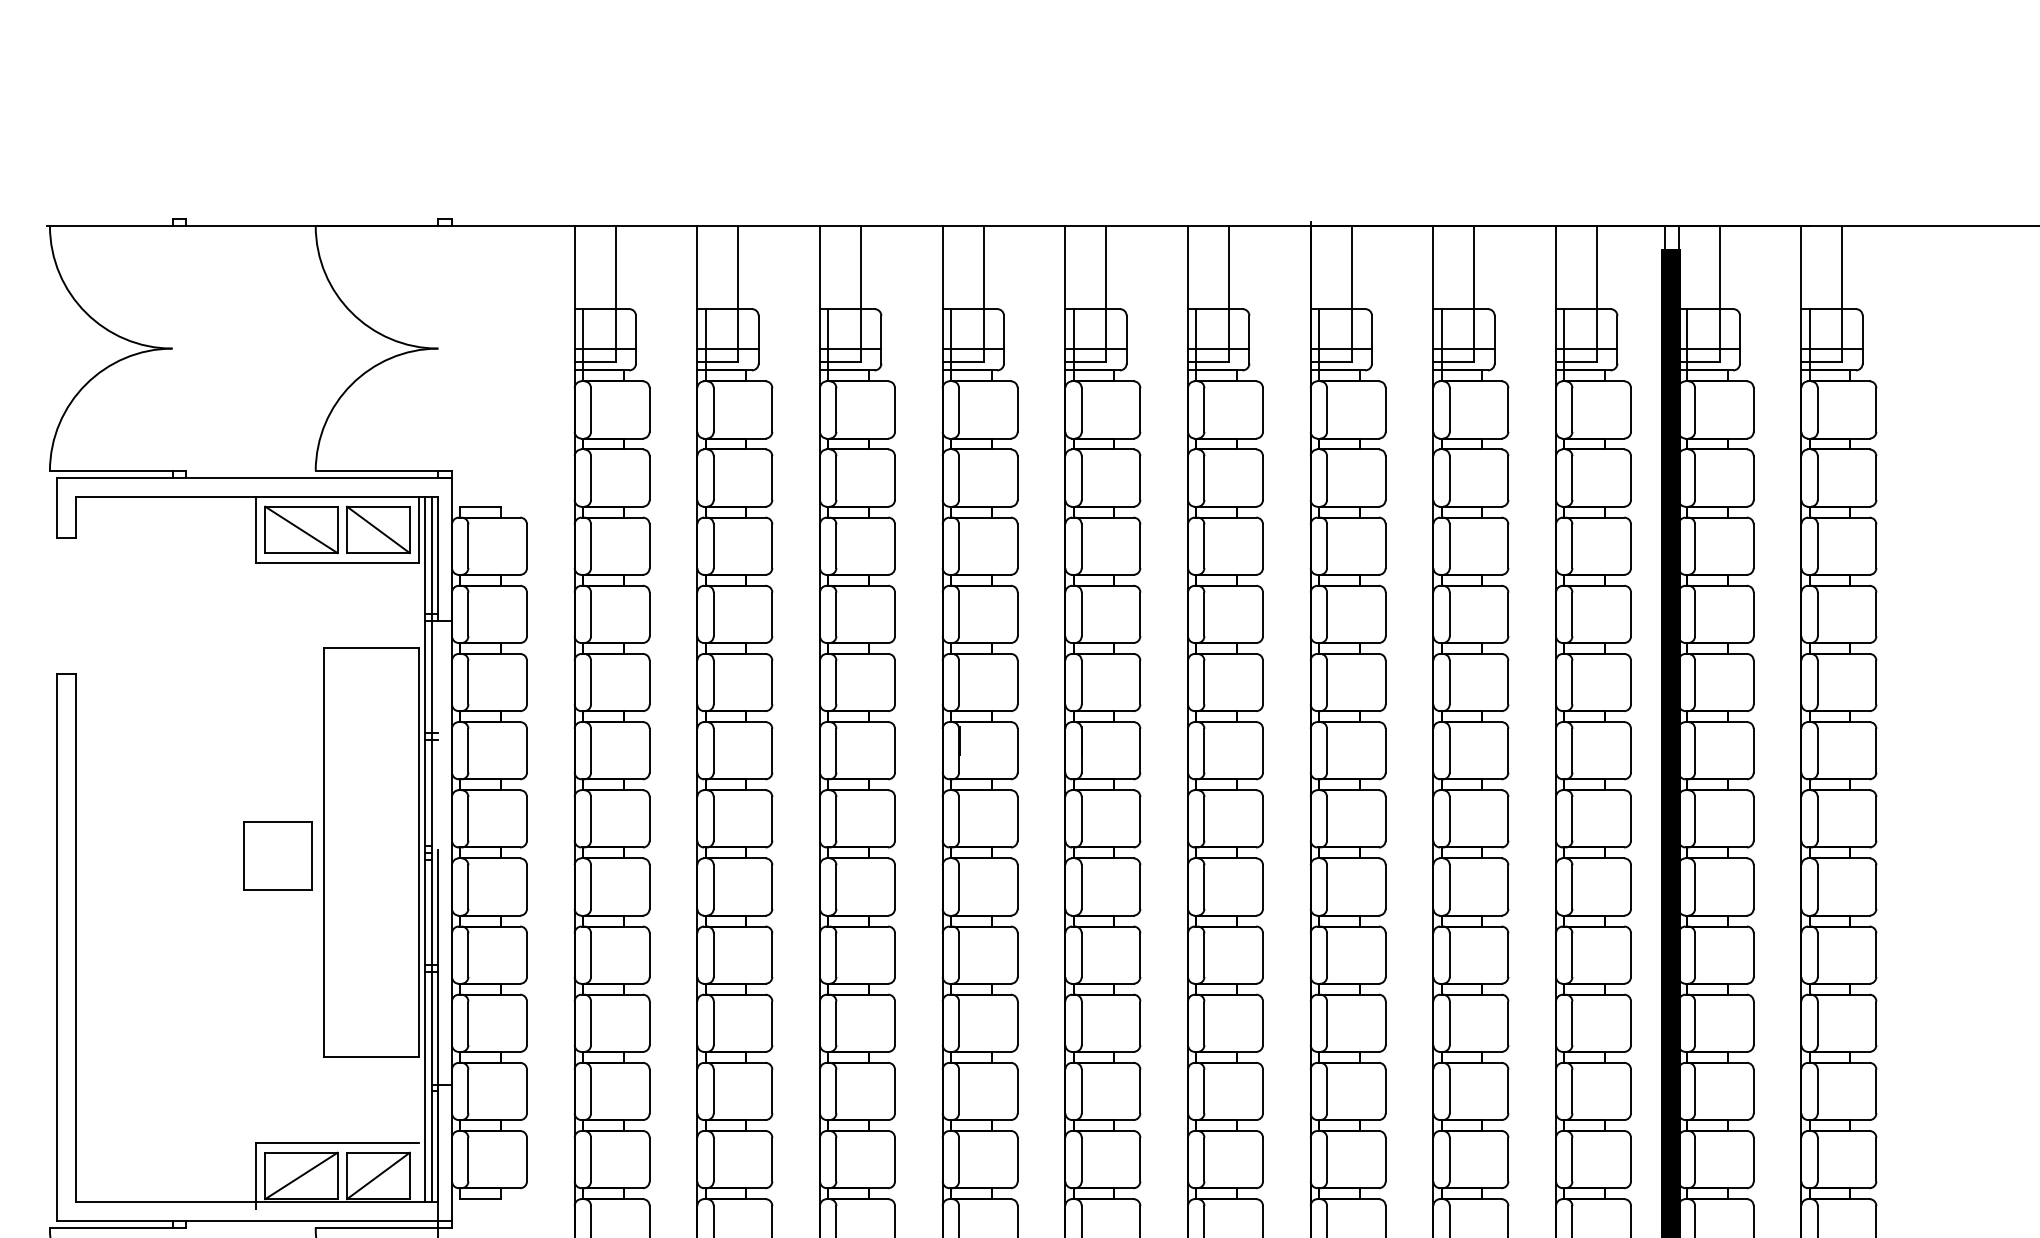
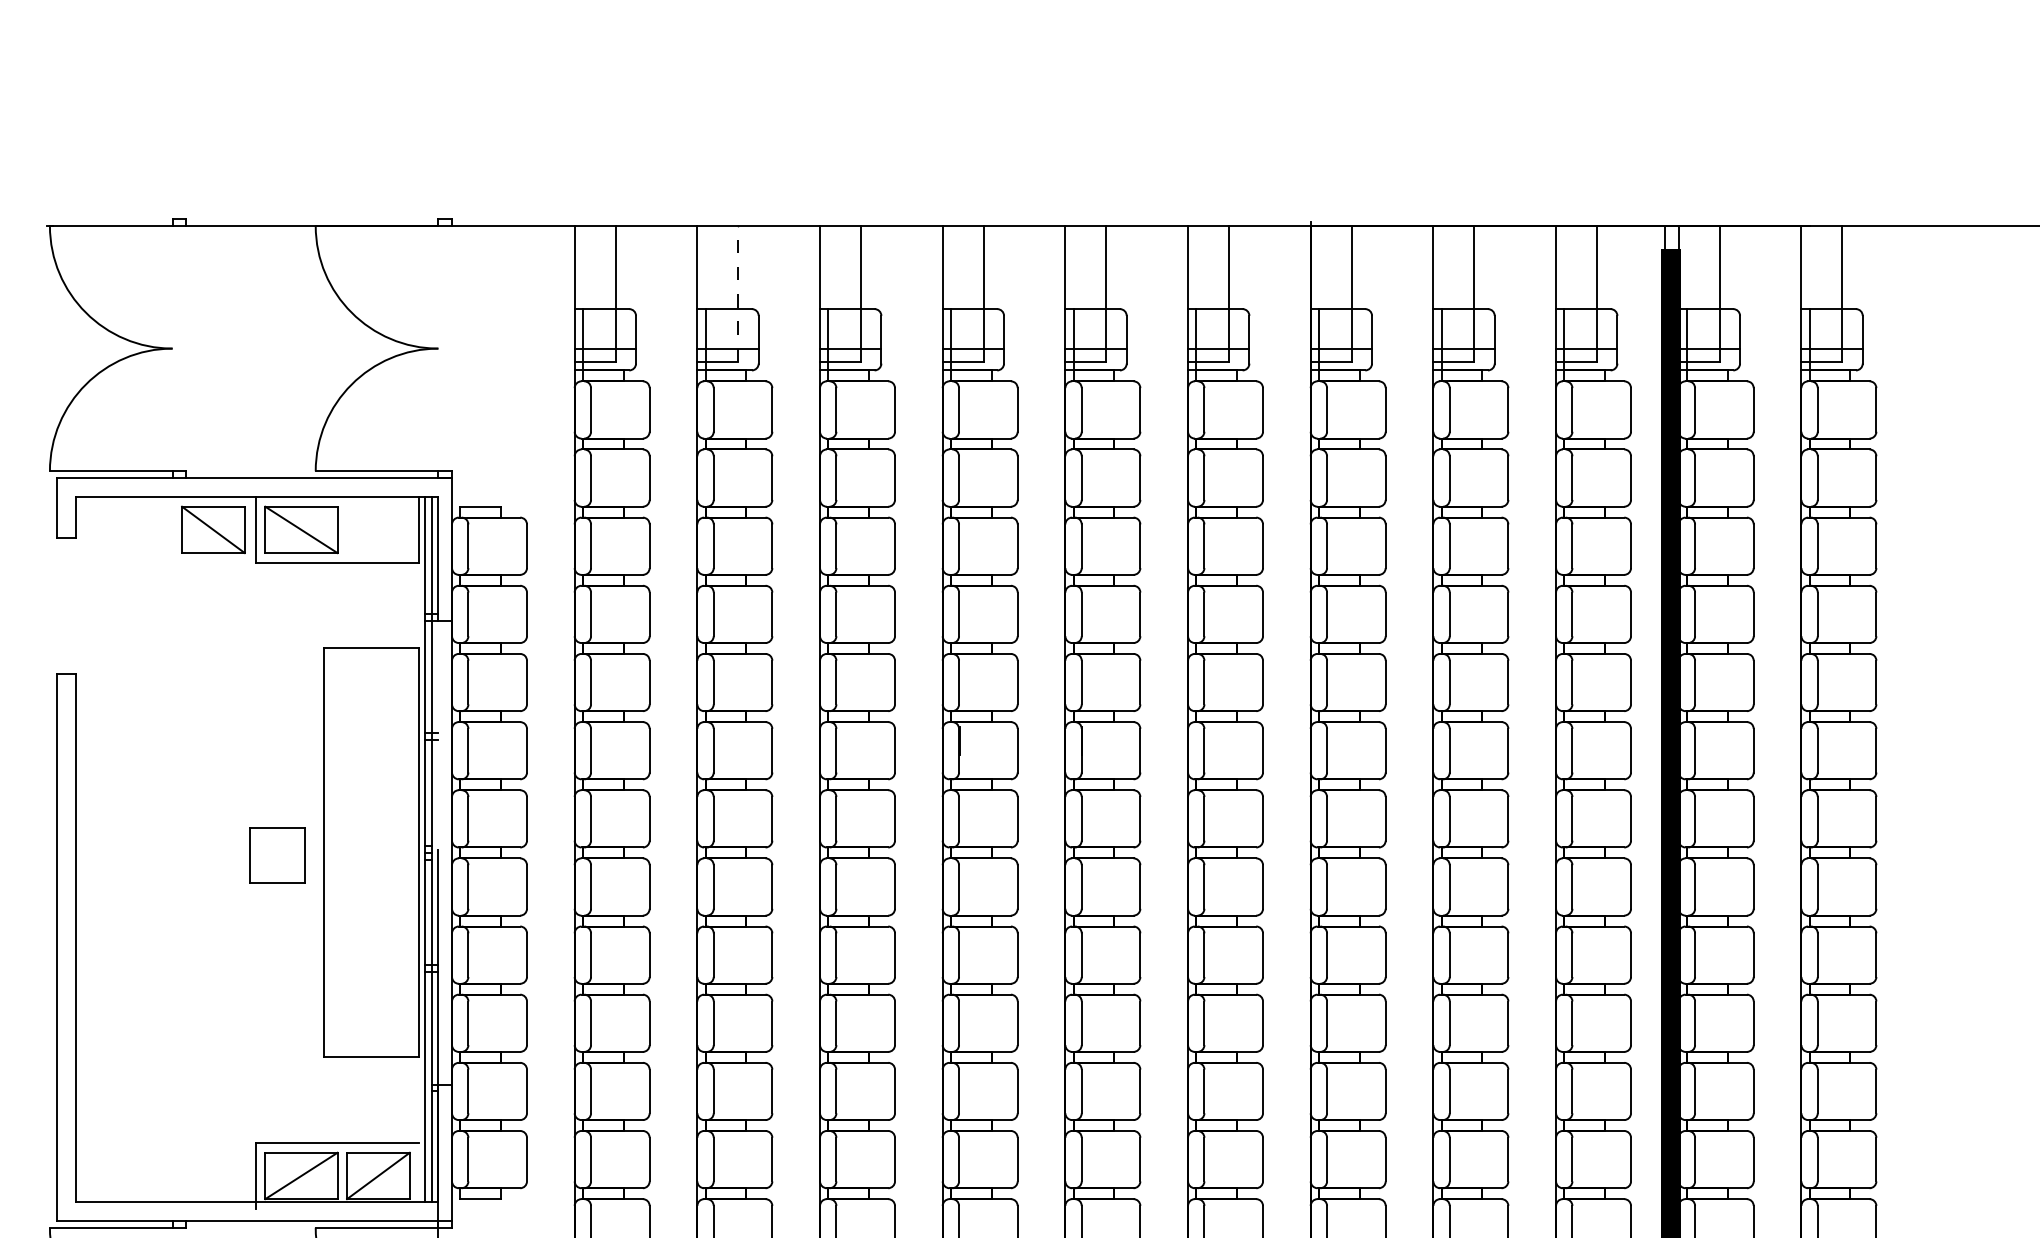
line at (738, 293): solid -> dashed
part at (378, 529) position: (378, 529) -> (213, 529)
part at (277, 855) size: 70x70 px -> 57x57 px
